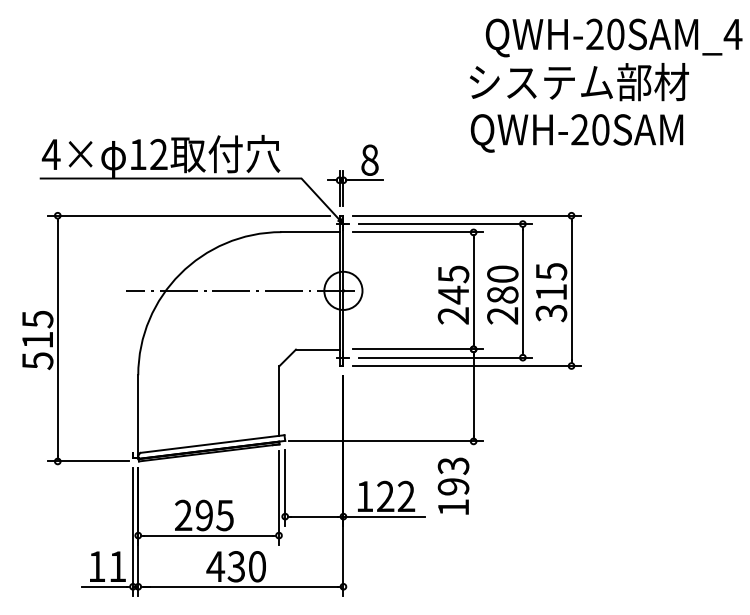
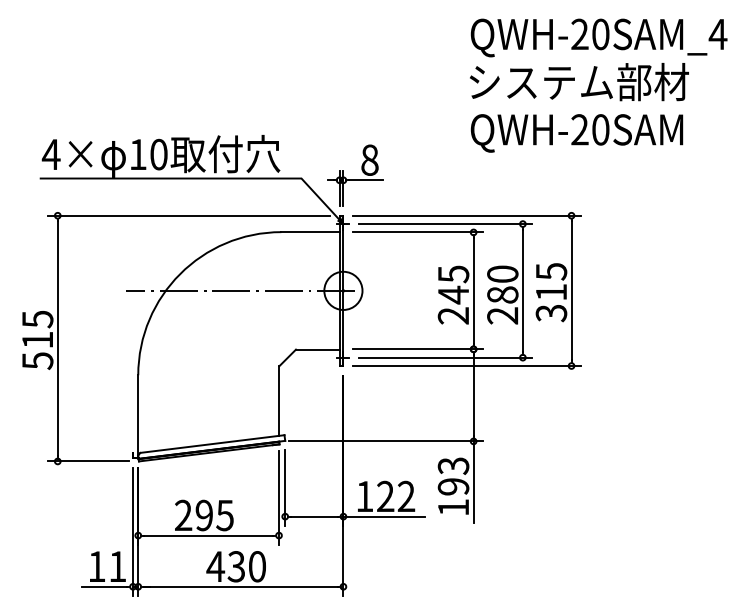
text at (613, 37) position: (613, 37) -> (598, 37)
text at (158, 154): 12 -> 10
line at (473, 481): none -> present
